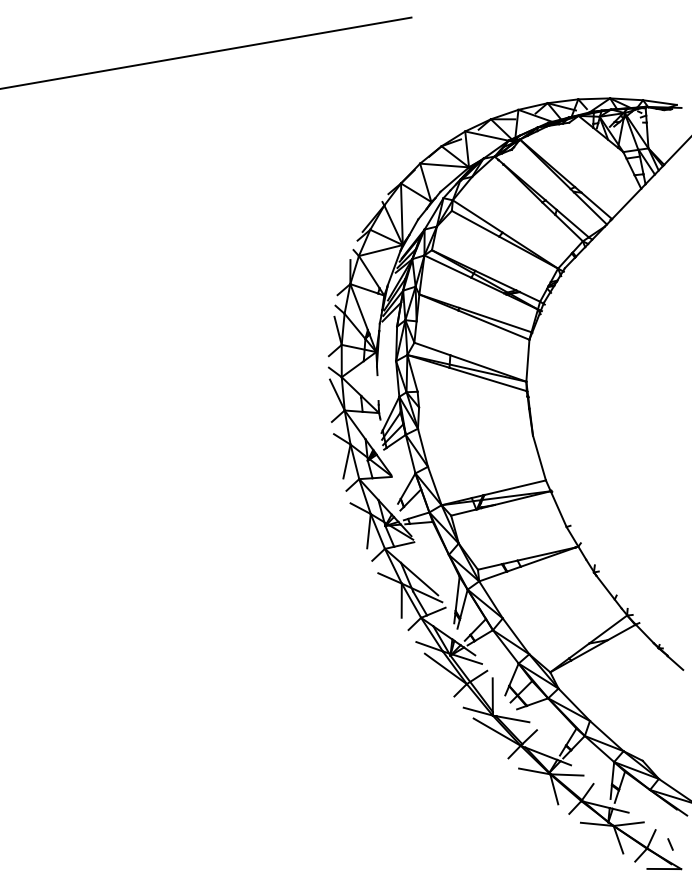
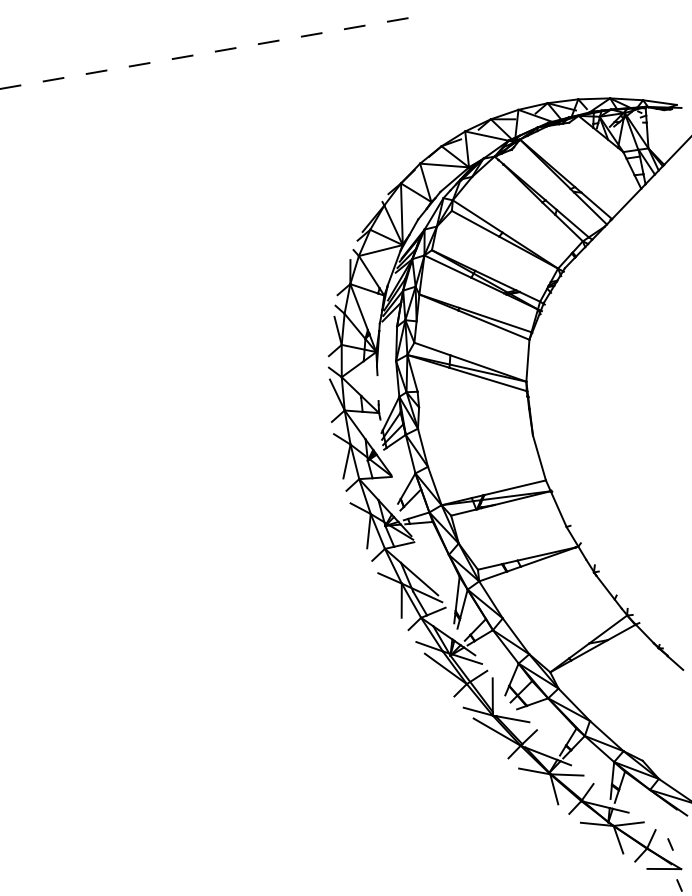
line at (206, 53): solid -> dashed
line at (679, 885): none -> present
